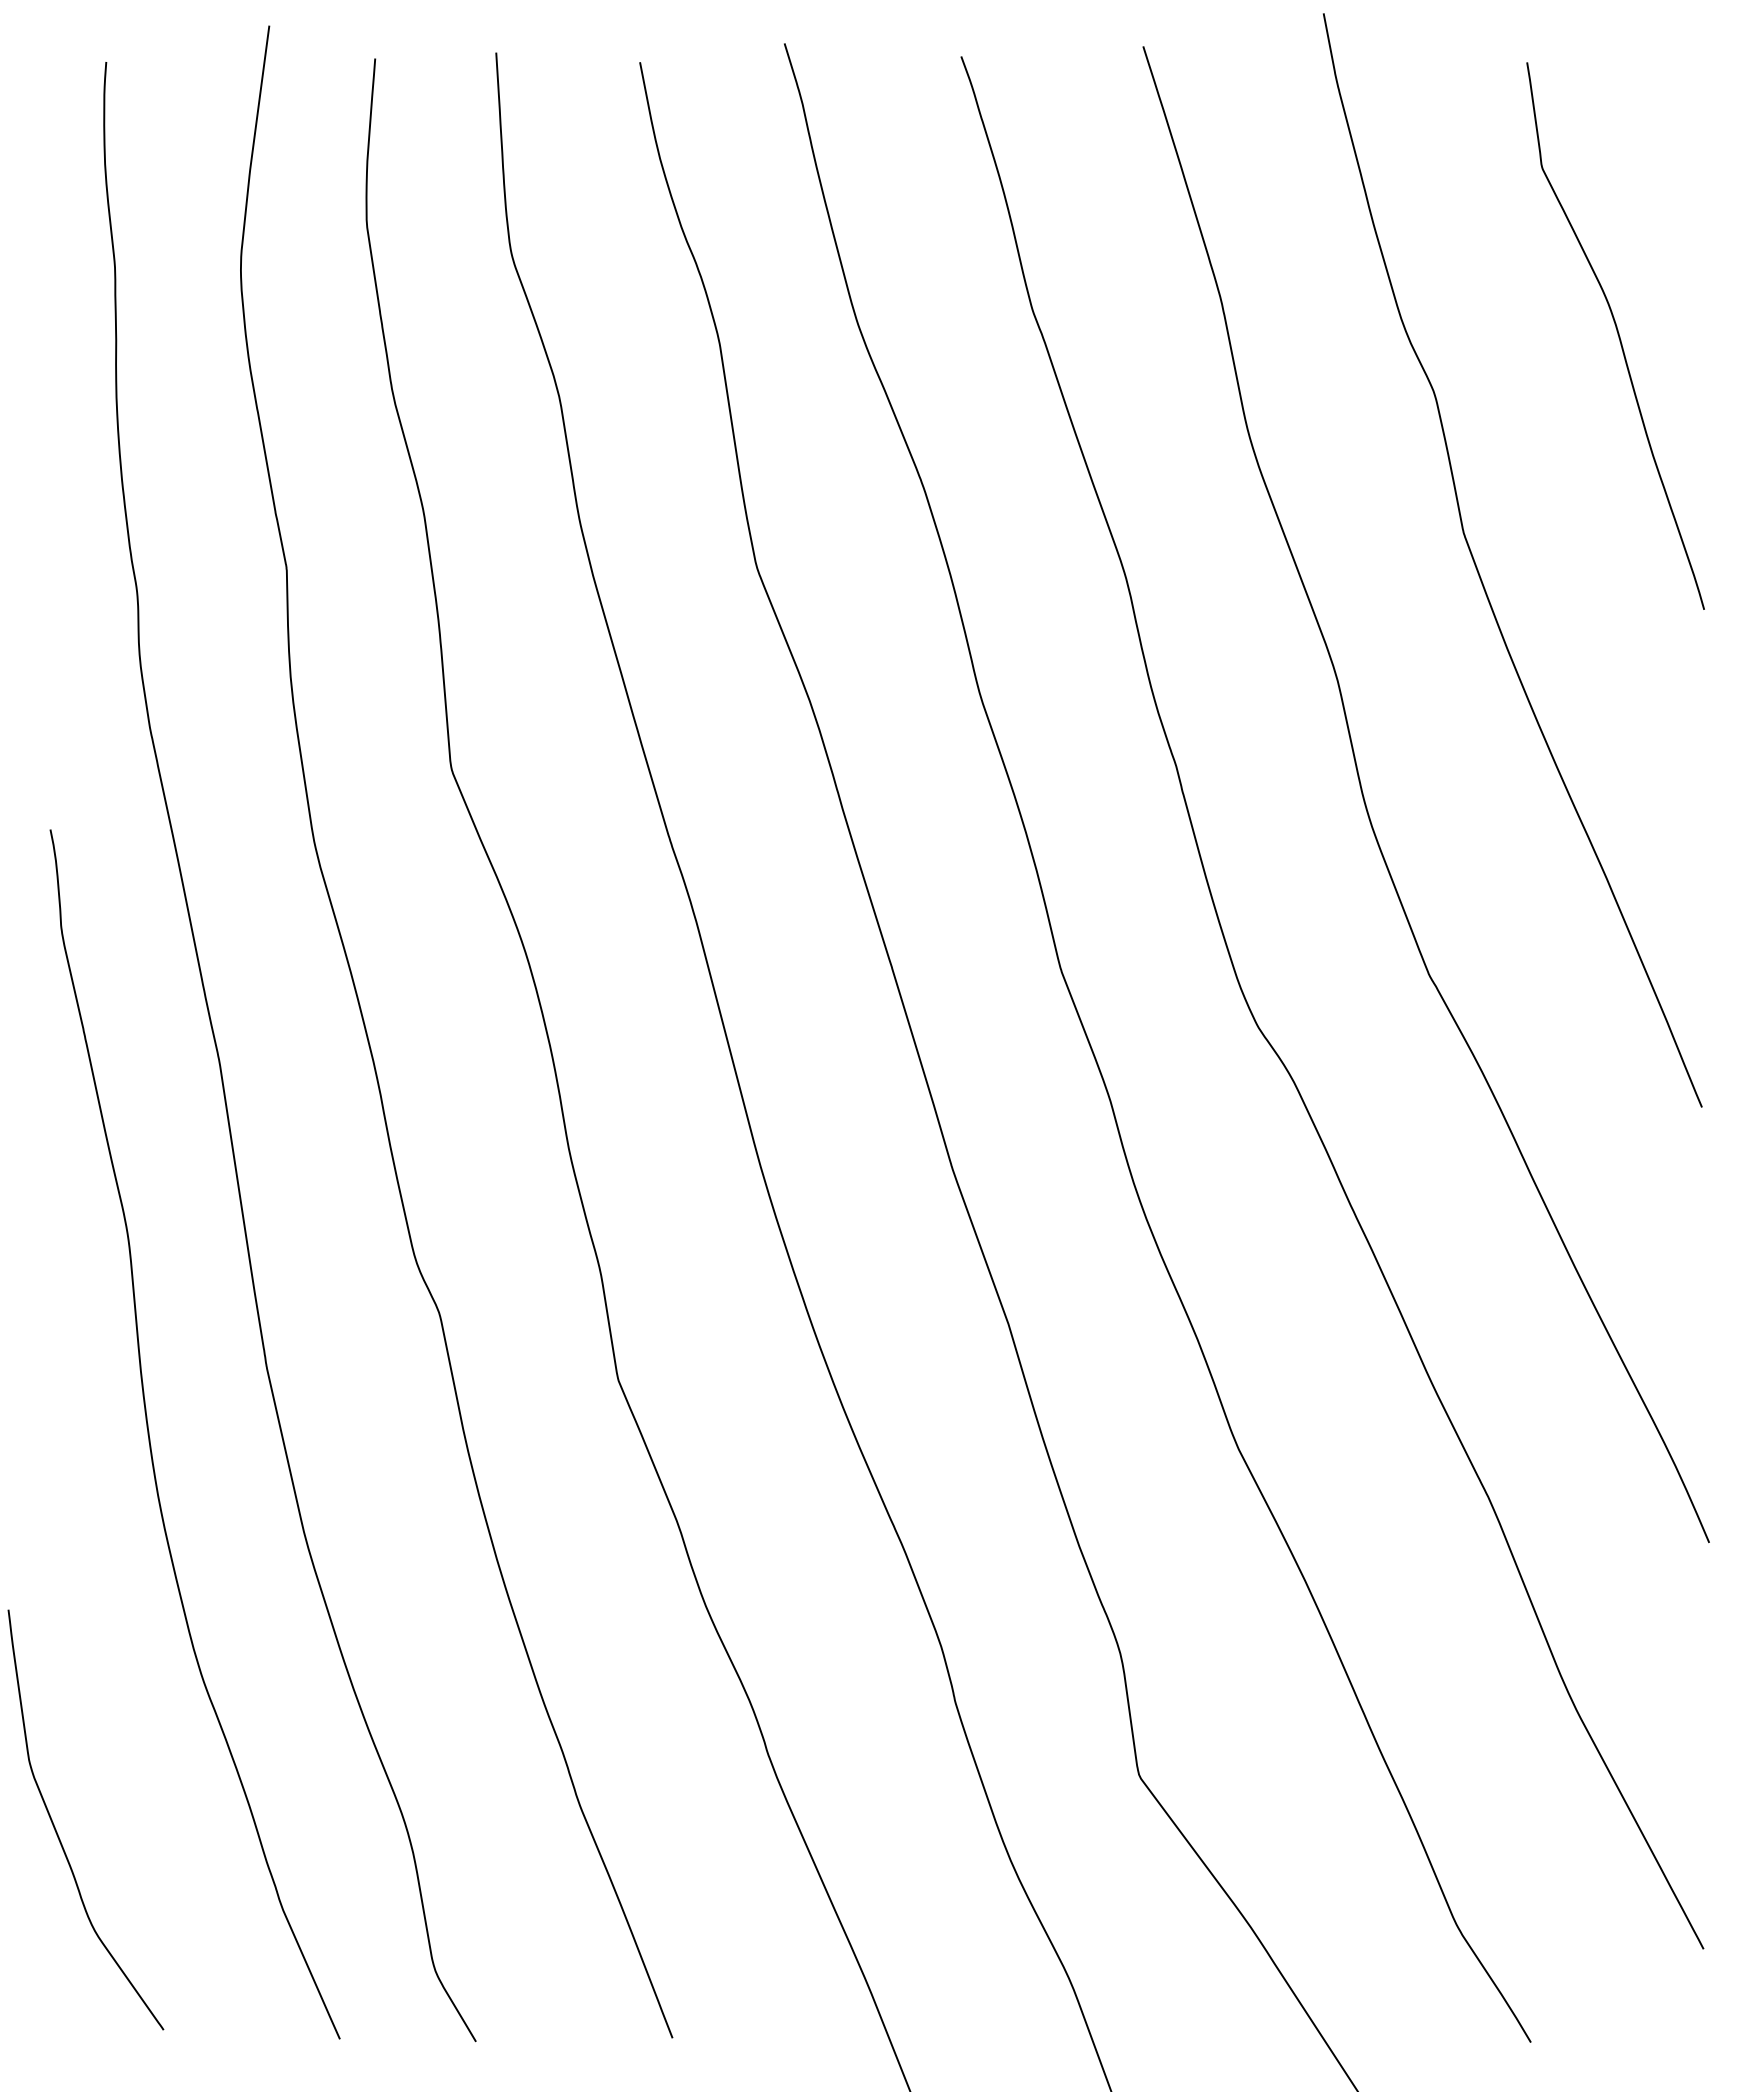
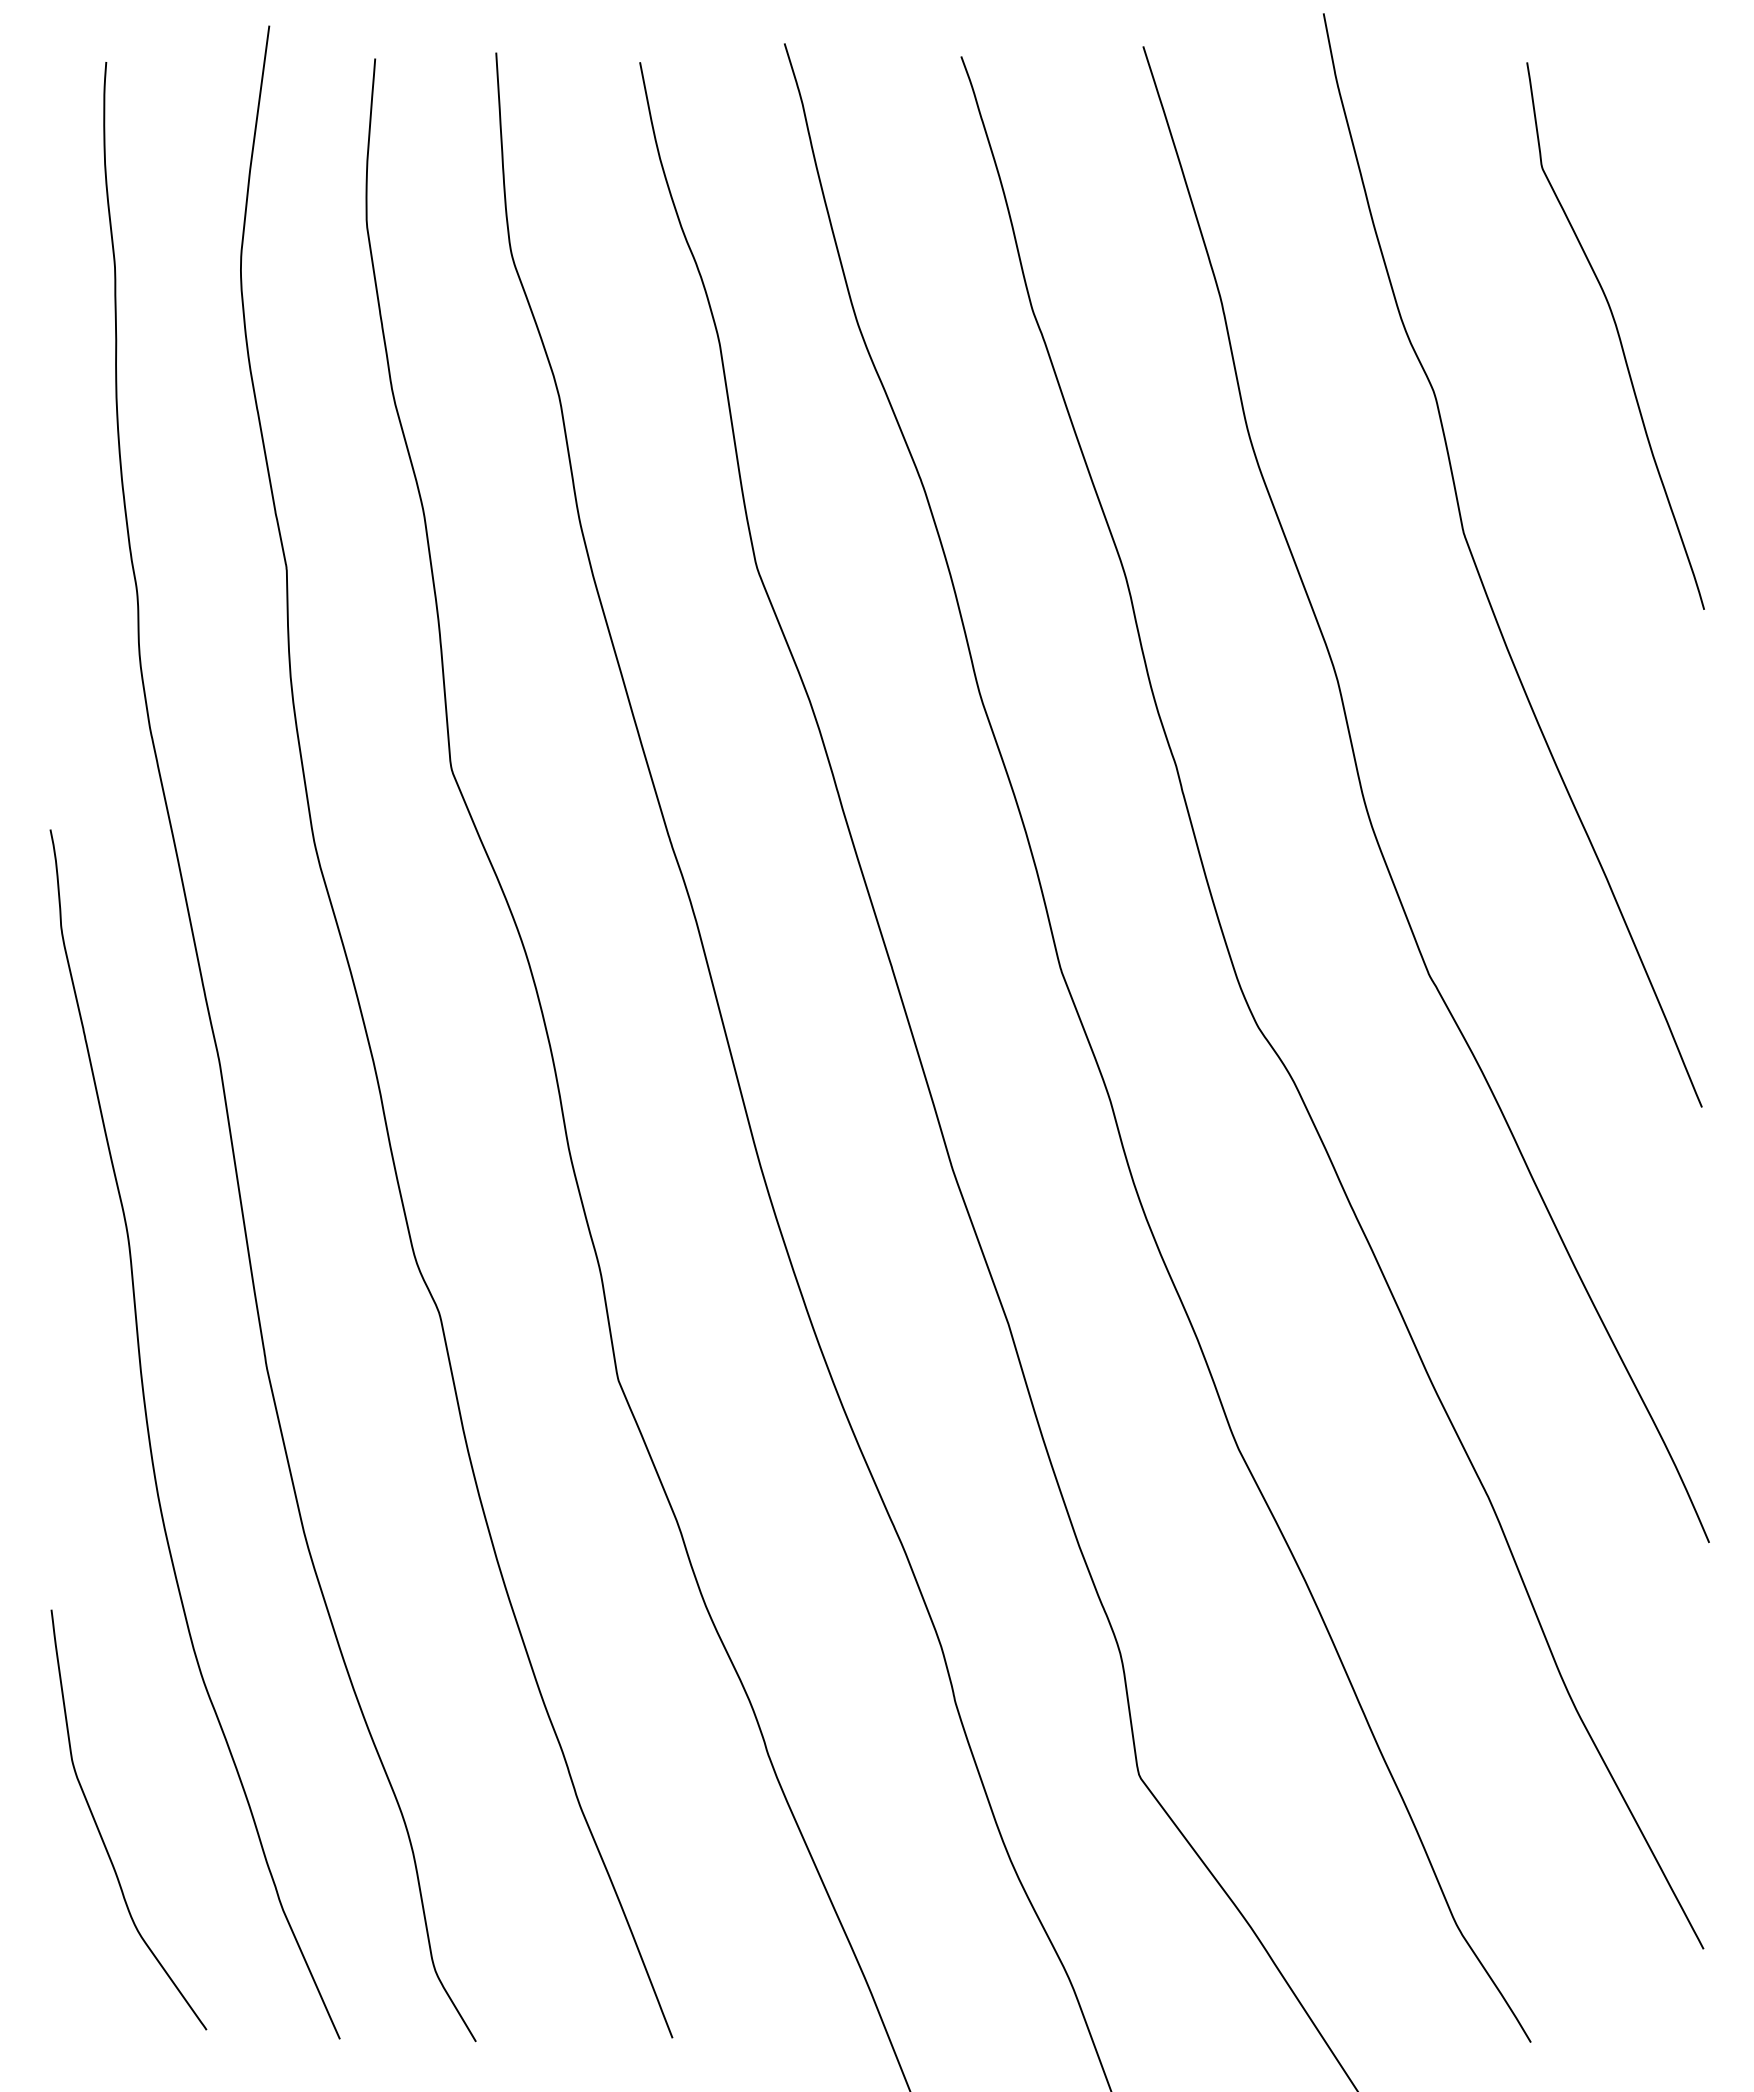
curve at (57, 1831) position: (57, 1831) -> (100, 1831)
